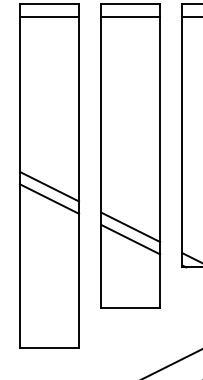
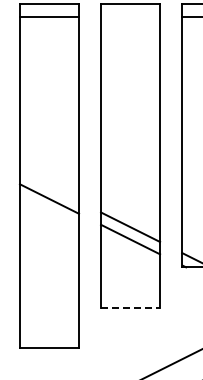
line at (130, 17): present -> none
line at (49, 186): present -> none
line at (130, 307): solid -> dashed
